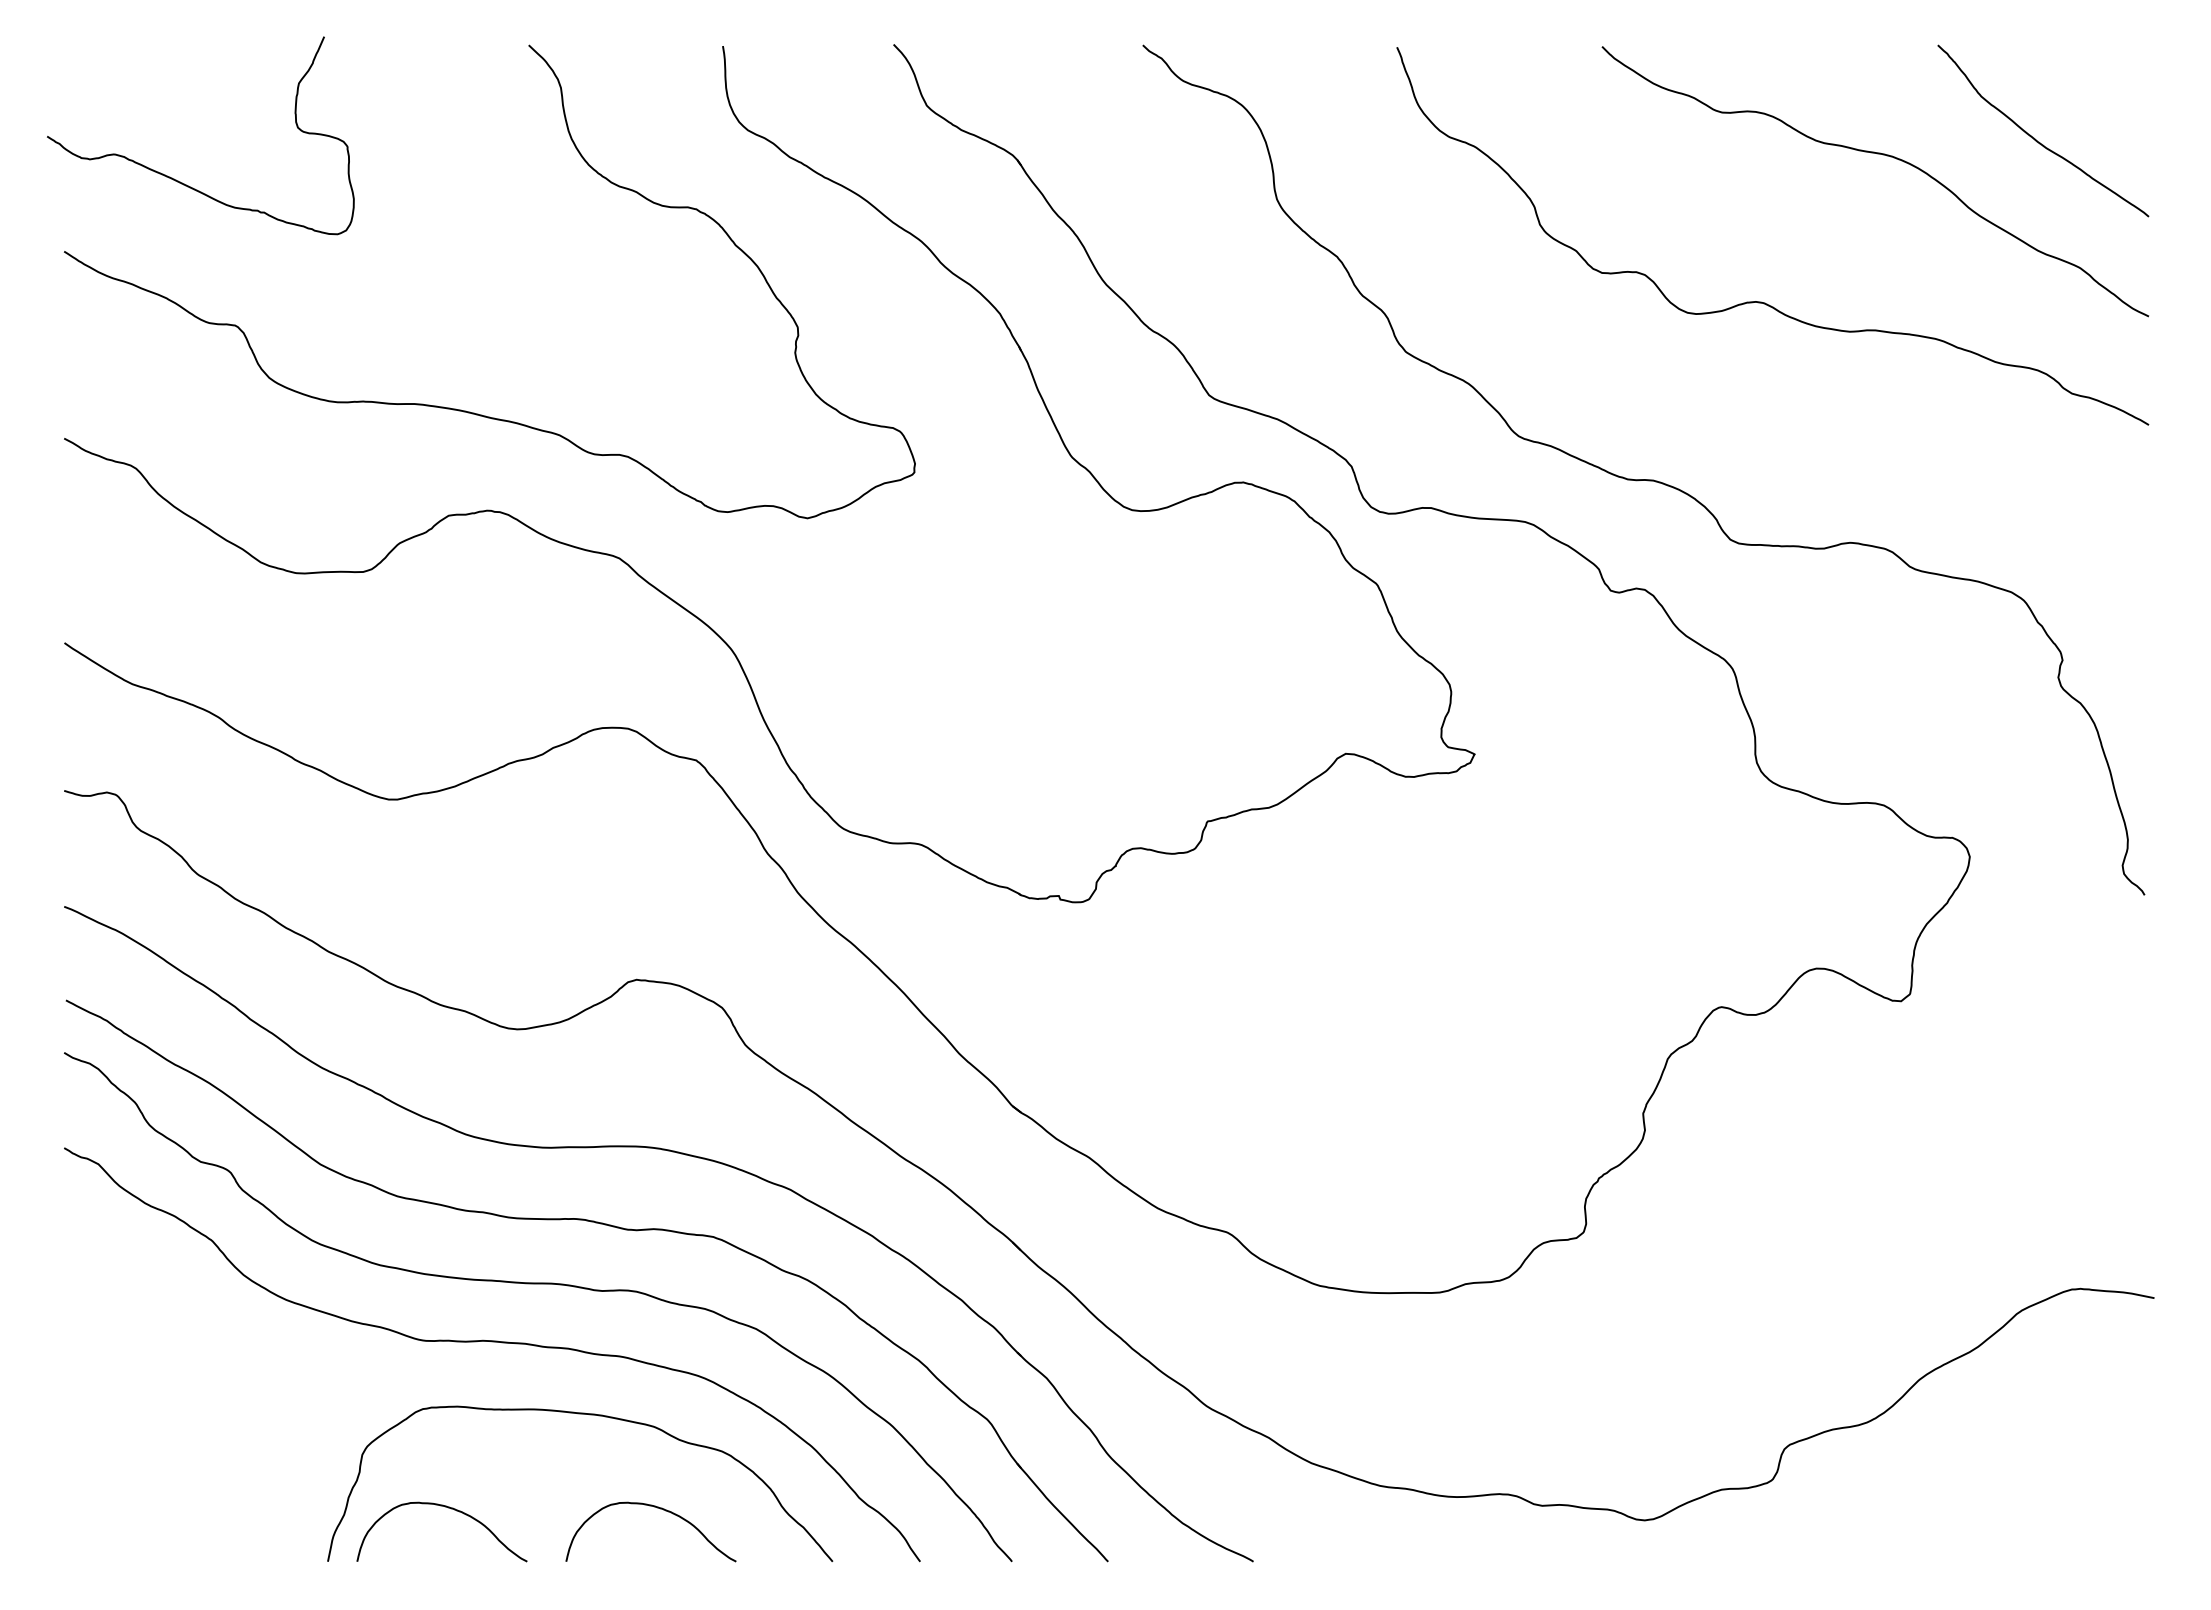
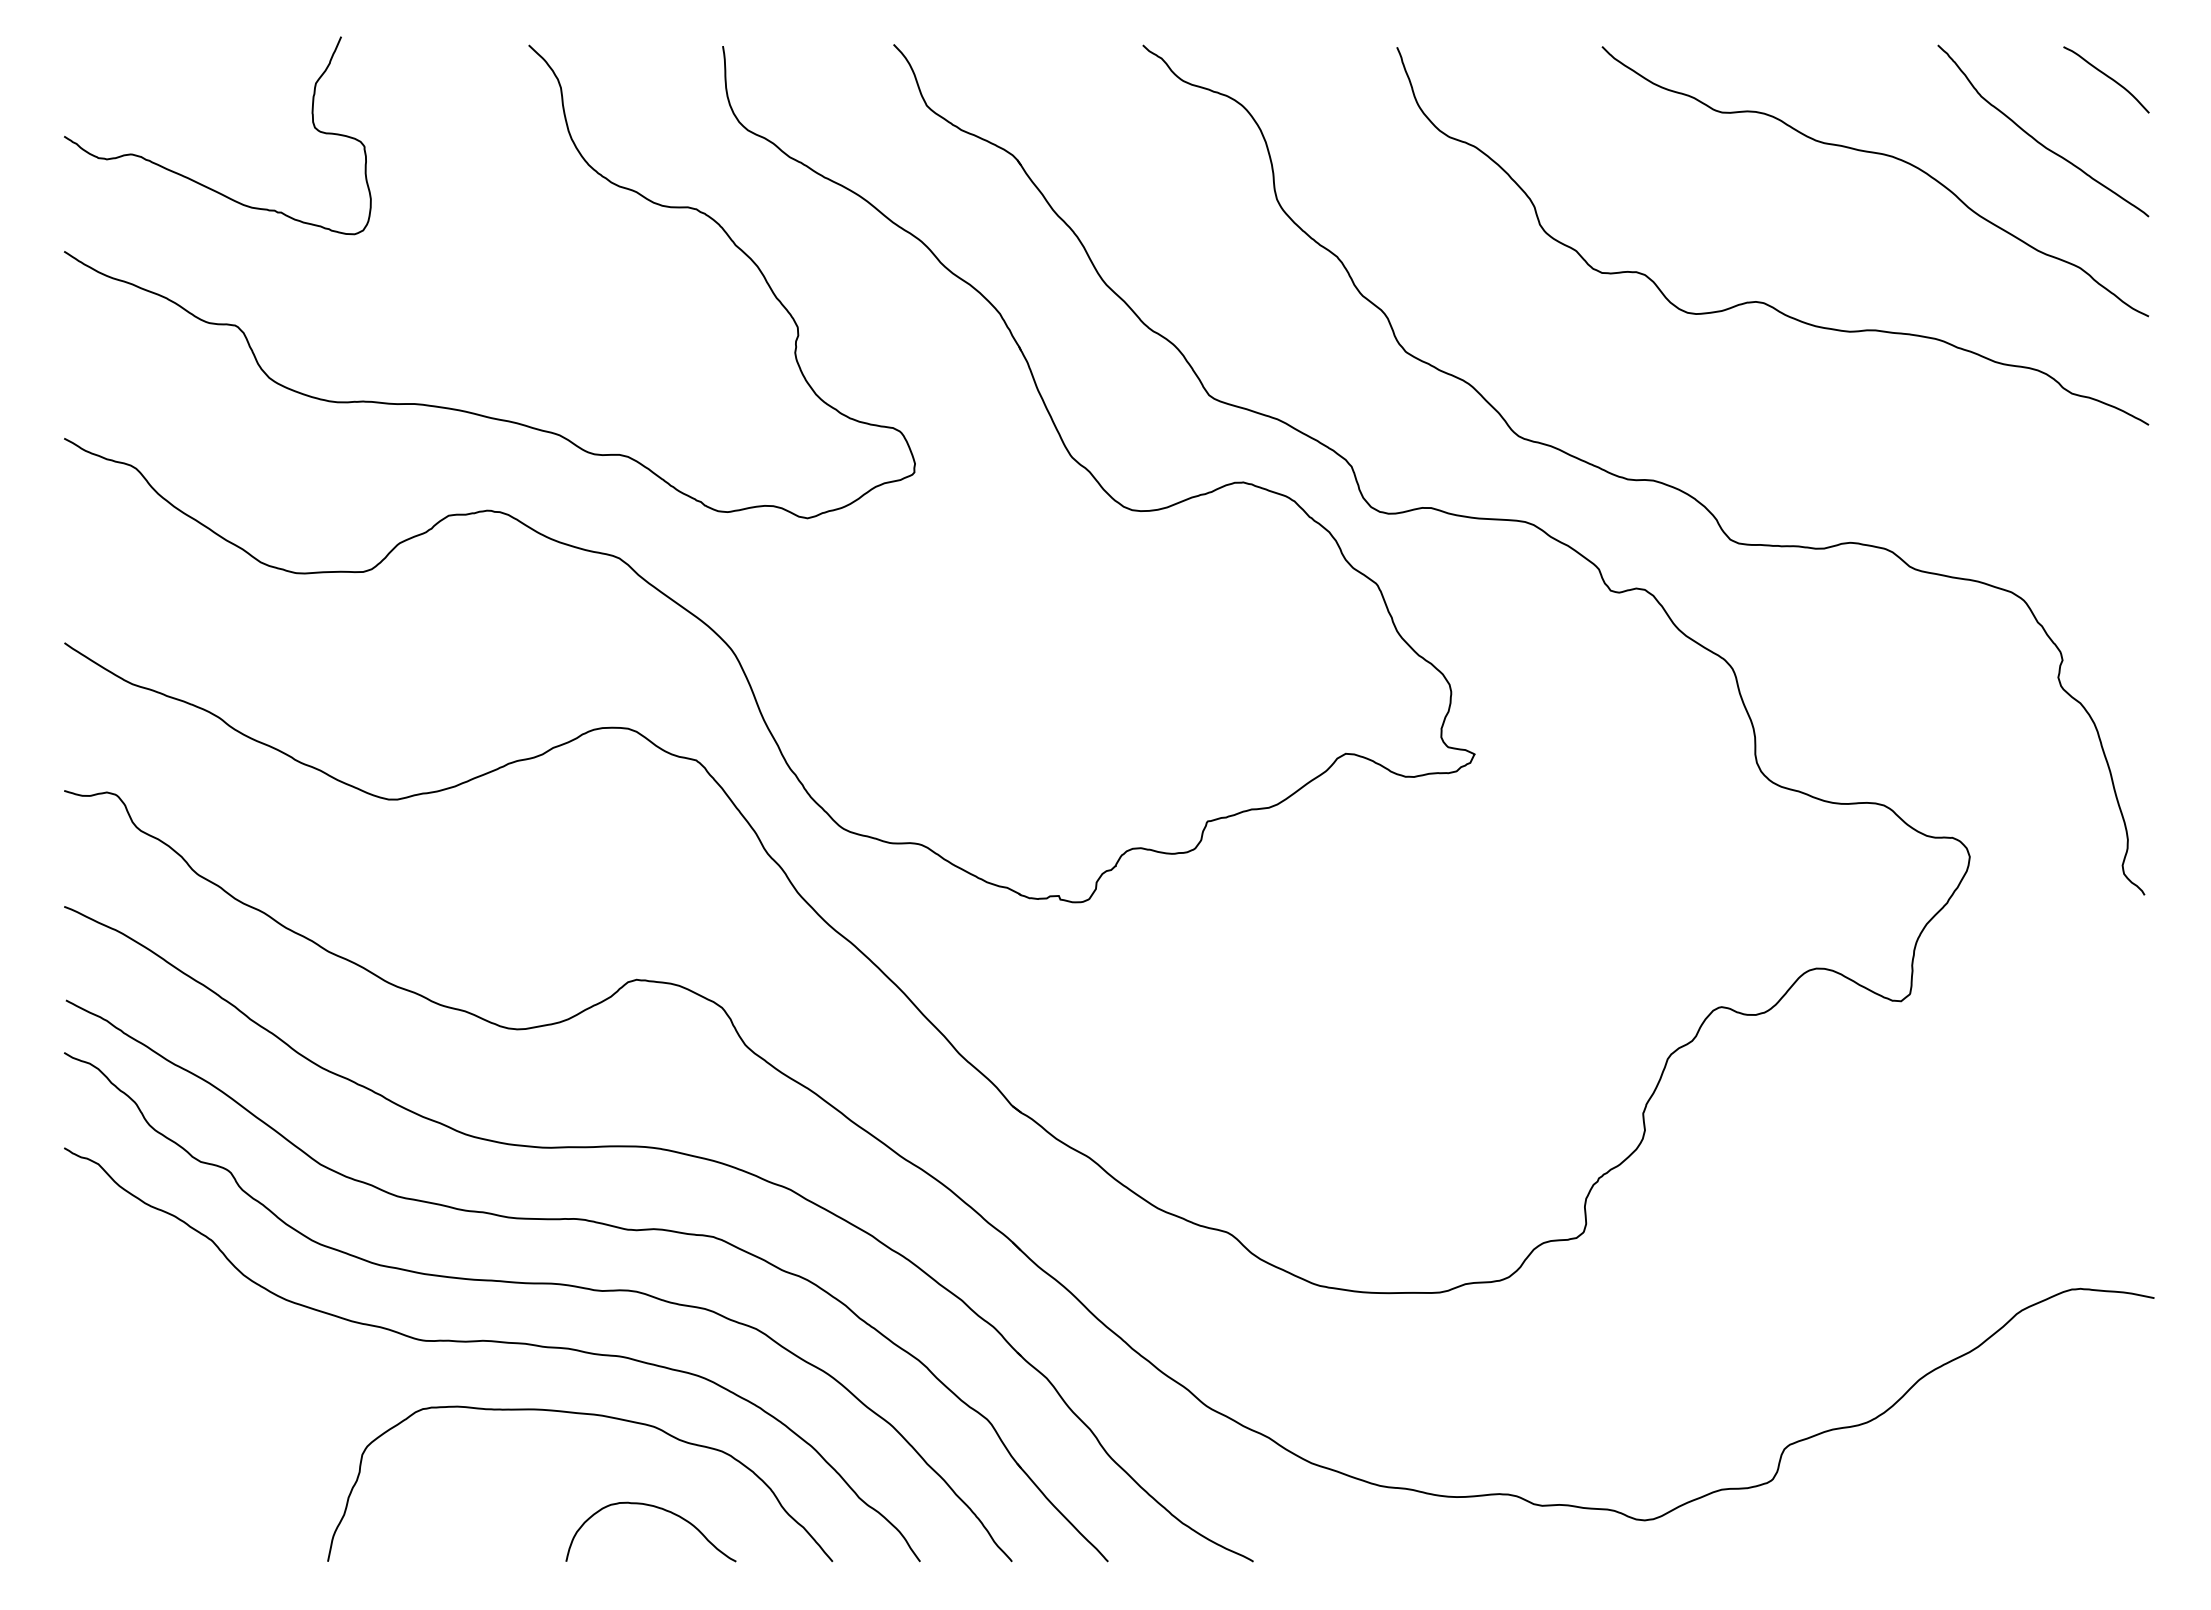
curve at (2107, 77): none -> present
curve at (178, 180) position: (178, 180) -> (195, 180)
curve at (448, 1508): present -> none
